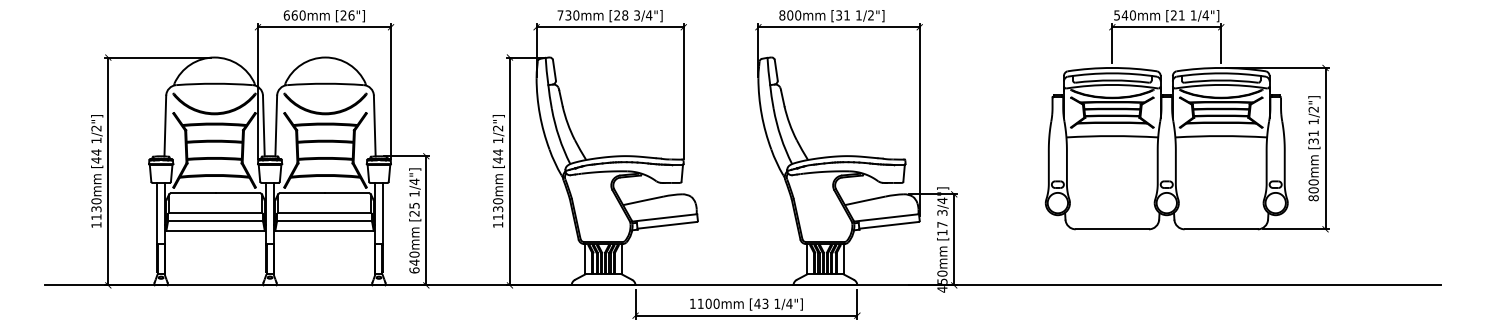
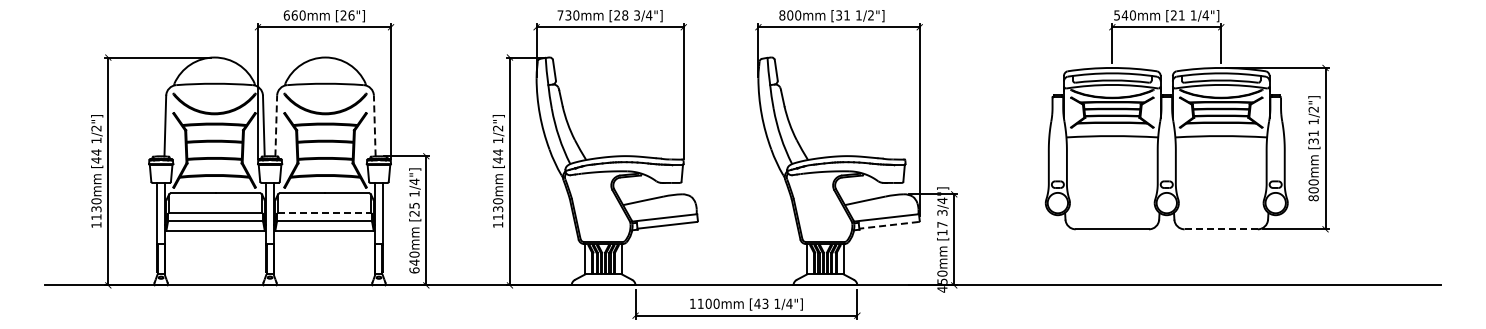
line at (276, 125): solid -> dashed
line at (374, 125): solid -> dashed
line at (324, 213): solid -> dashed
line at (889, 225): solid -> dashed
line at (1221, 229): solid -> dashed
